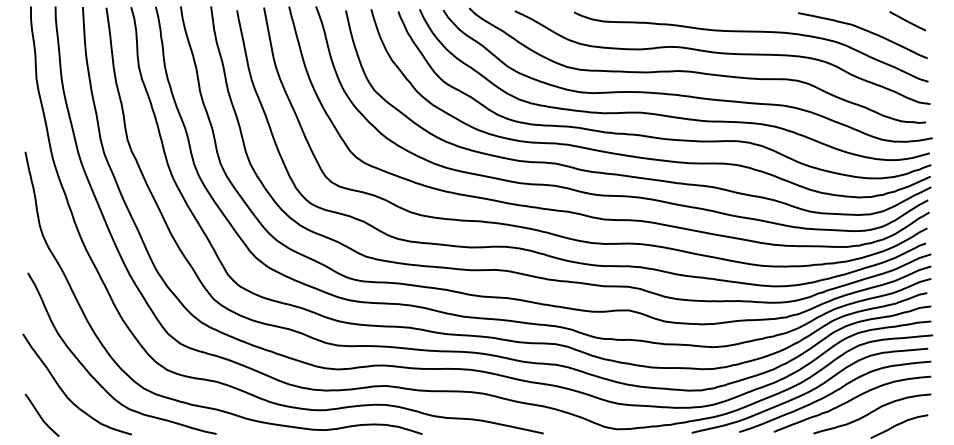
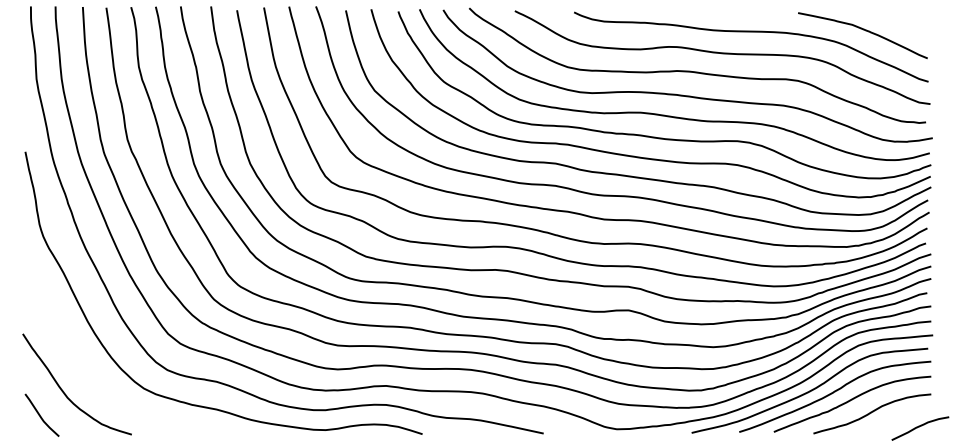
line at (907, 21): present -> none
curve at (95, 378): present -> none
curve at (898, 425) position: (898, 425) -> (919, 427)
